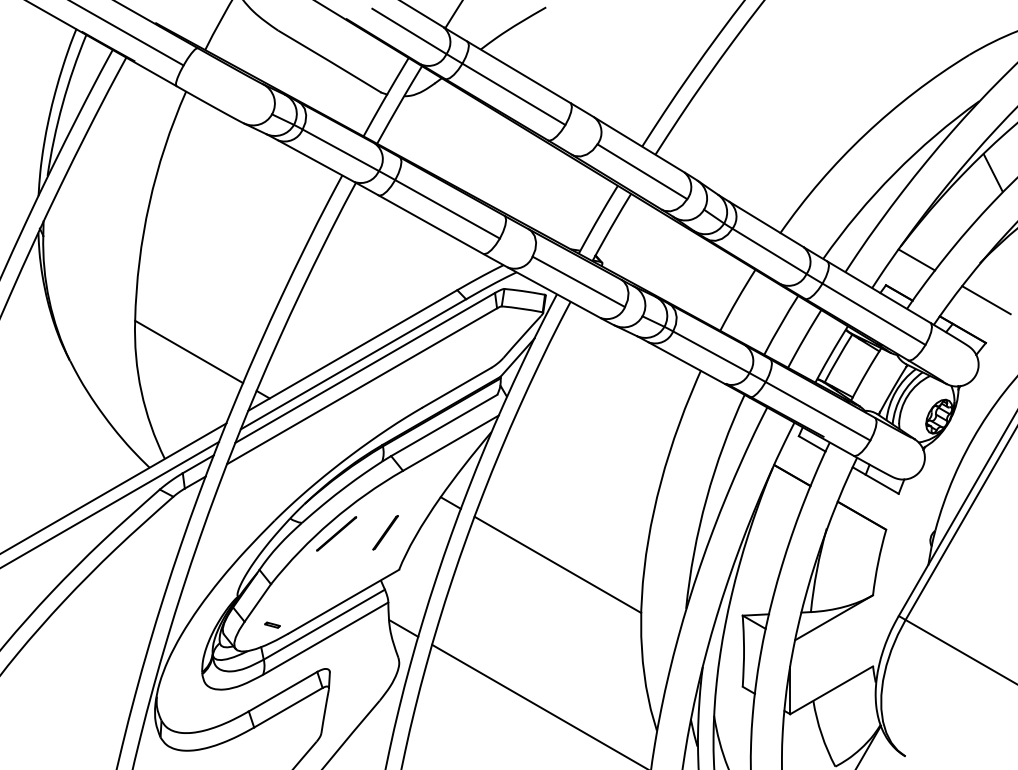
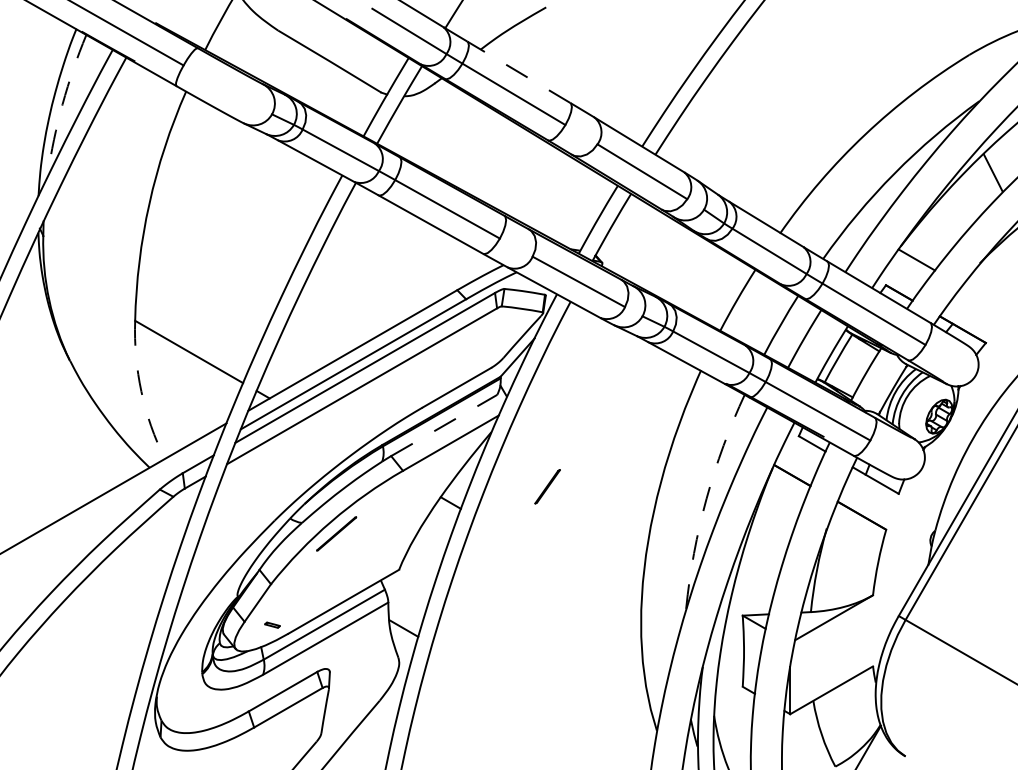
line at (518, 72): solid -> dashed
arc at (62, 104): solid -> dashed
line at (986, 300): present -> none
arc at (141, 391): solid -> dashed
line at (444, 425): solid -> dashed
arc at (706, 498): solid -> dashed
line at (110, 504): present -> none
line at (385, 532) position: (385, 532) -> (547, 486)
line at (557, 564): present -> none
line at (537, 705): present -> none
